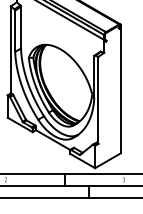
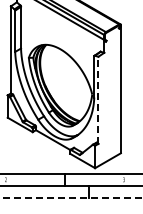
line at (98, 100): solid -> dashed
line at (71, 197): solid -> dashed
